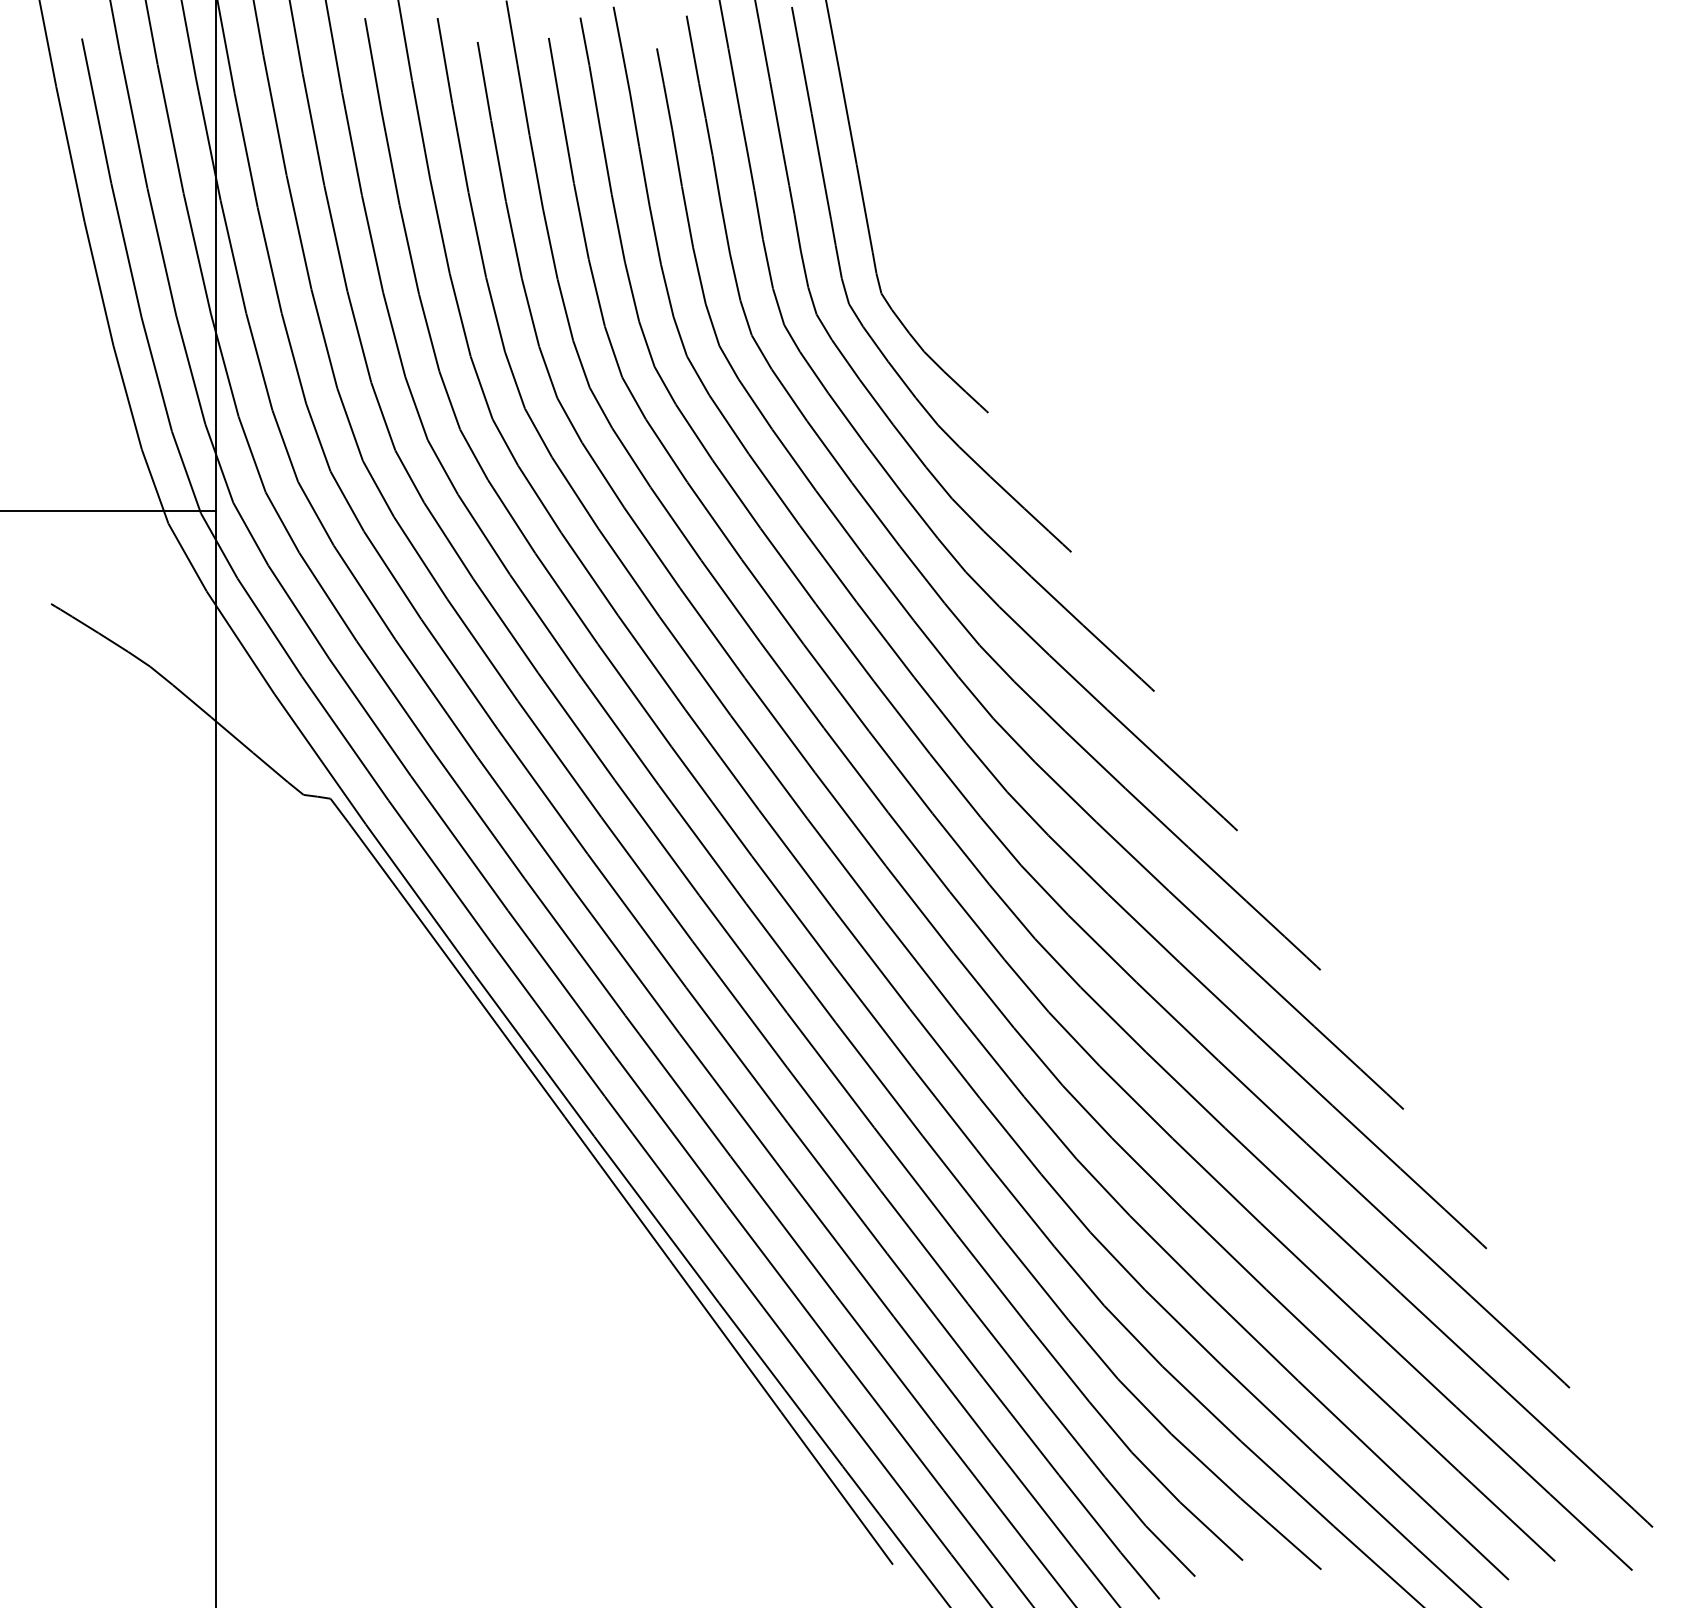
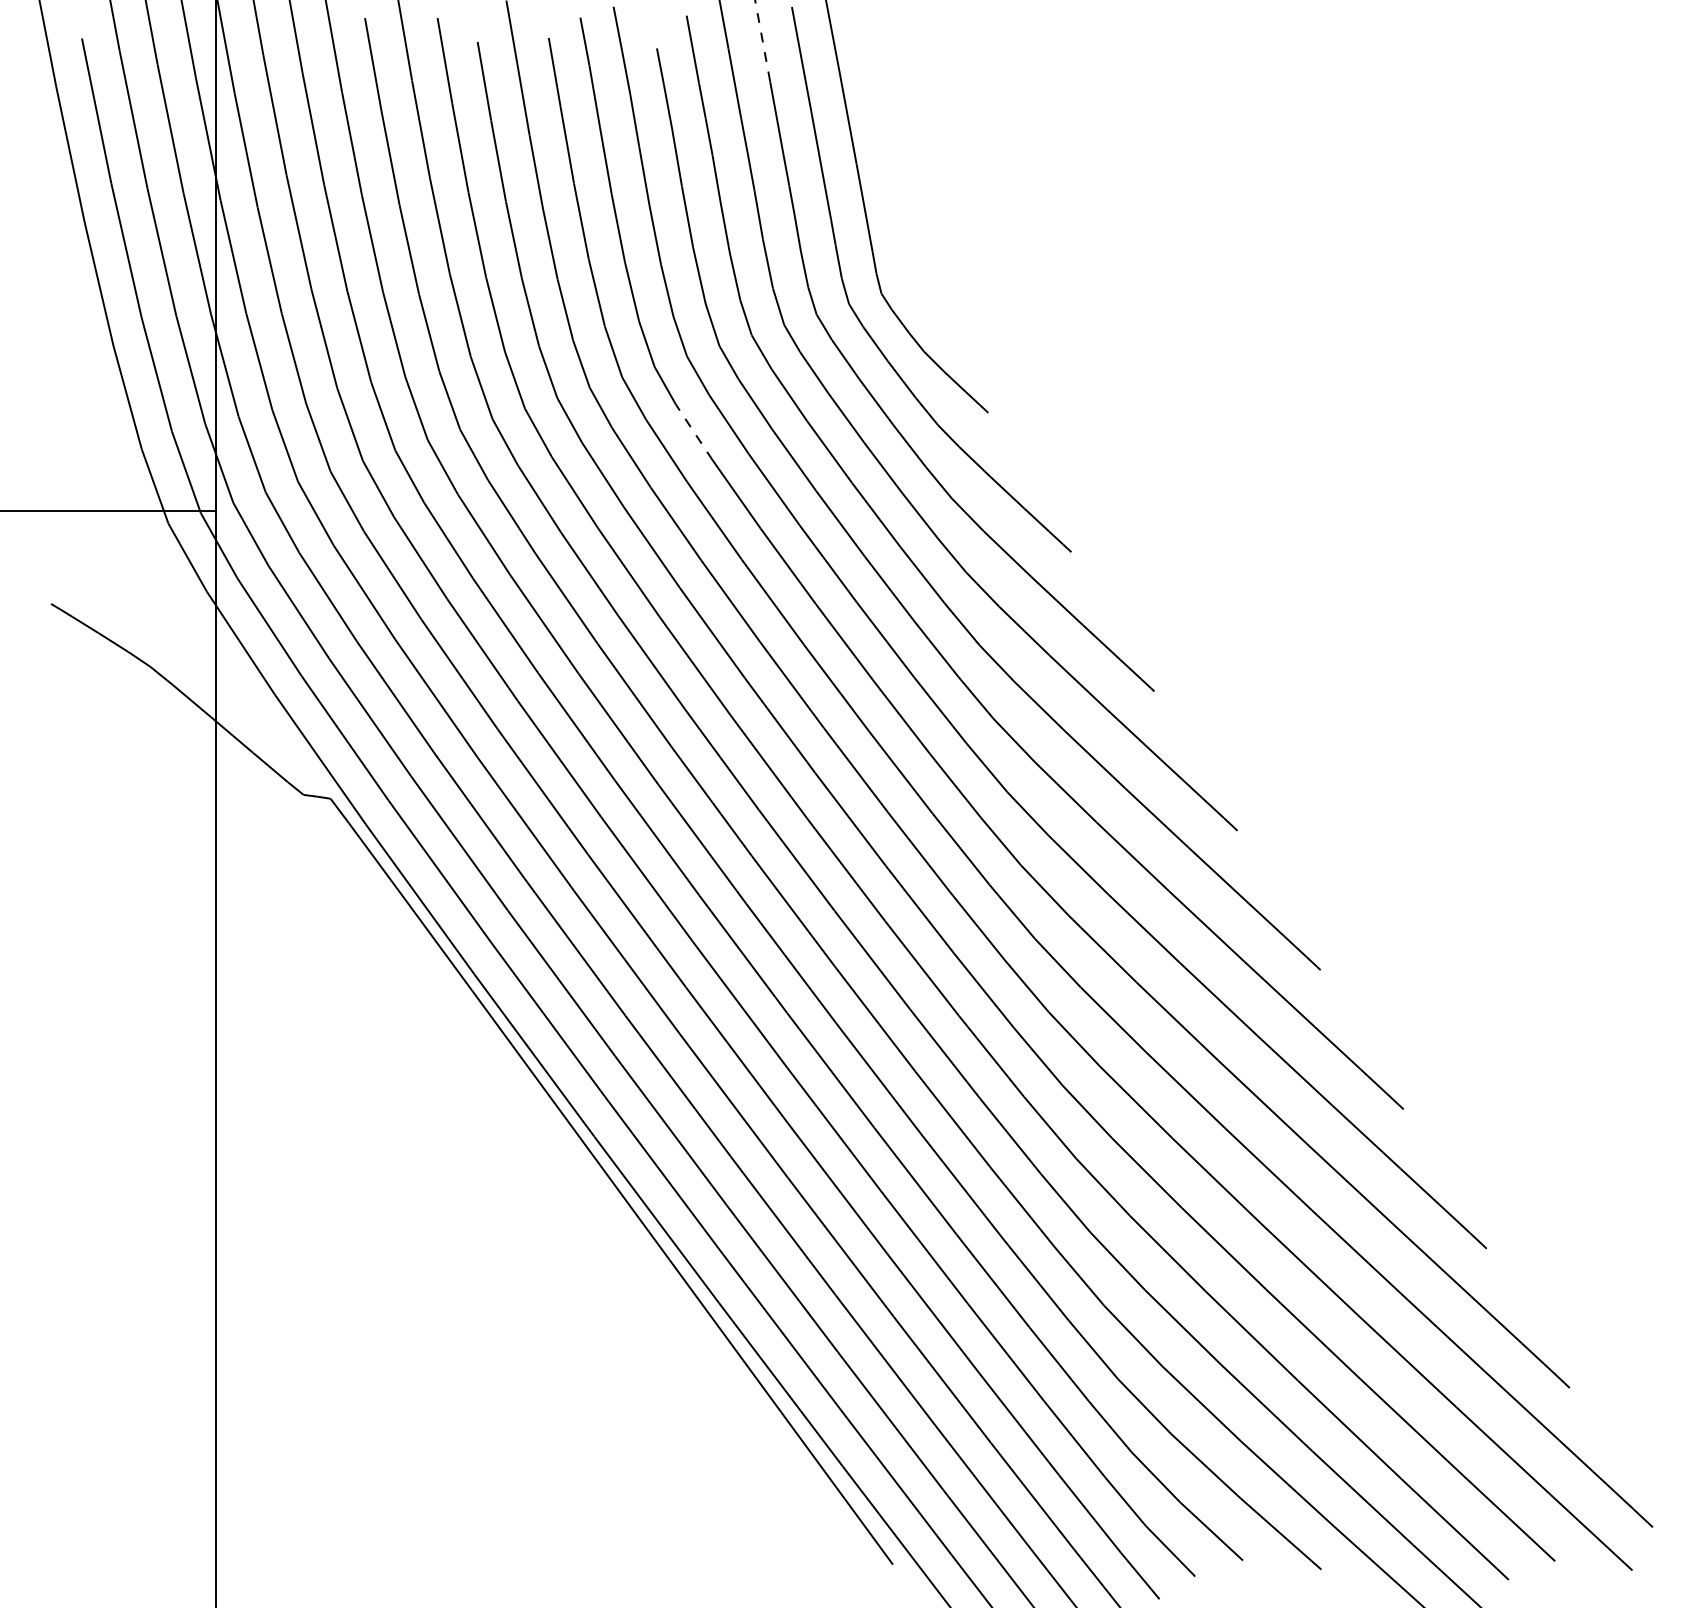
line at (762, 40): solid -> dashed
line at (693, 431): solid -> dashed
